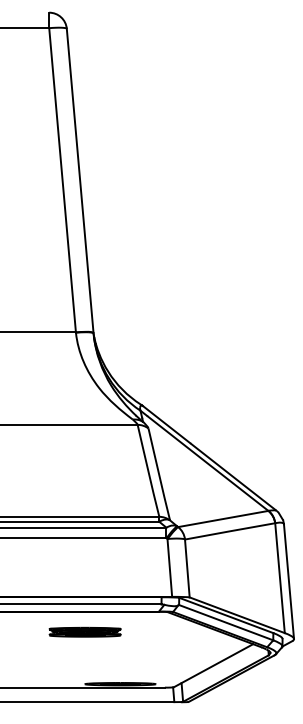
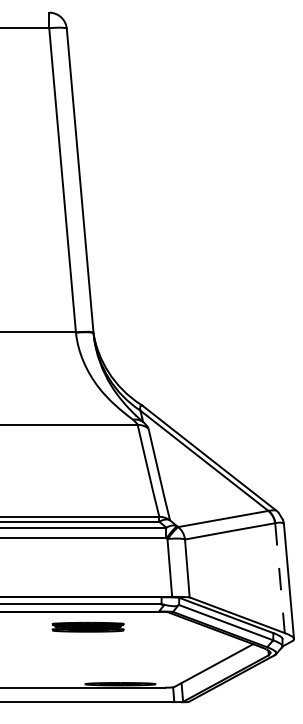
line at (280, 578): solid -> dashed
part at (84, 631) position: (84, 631) -> (87, 626)
